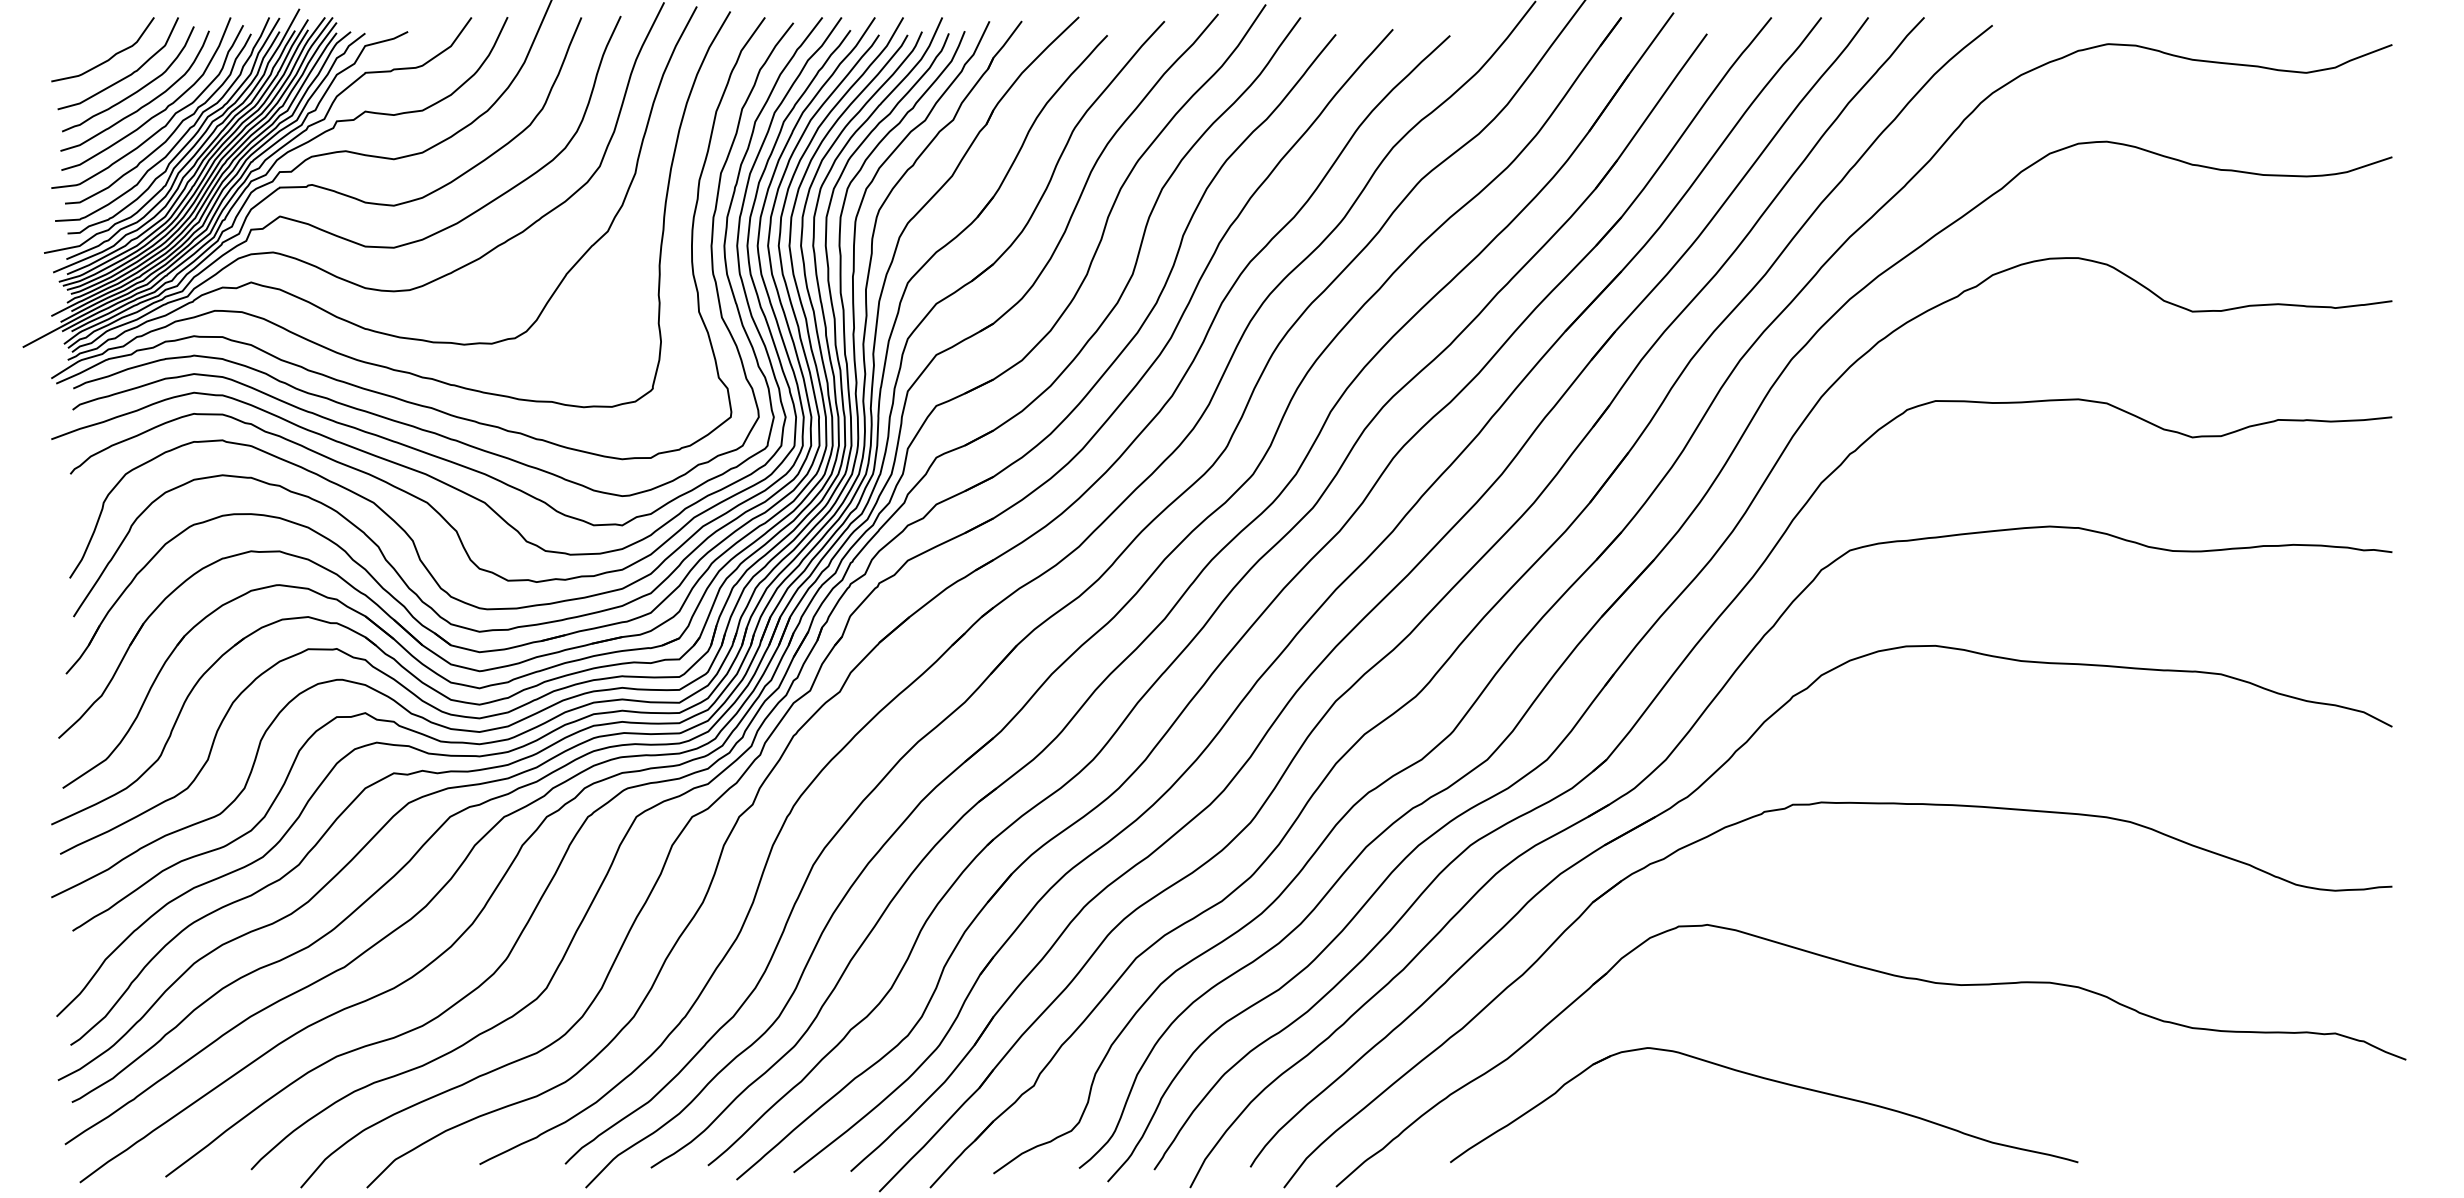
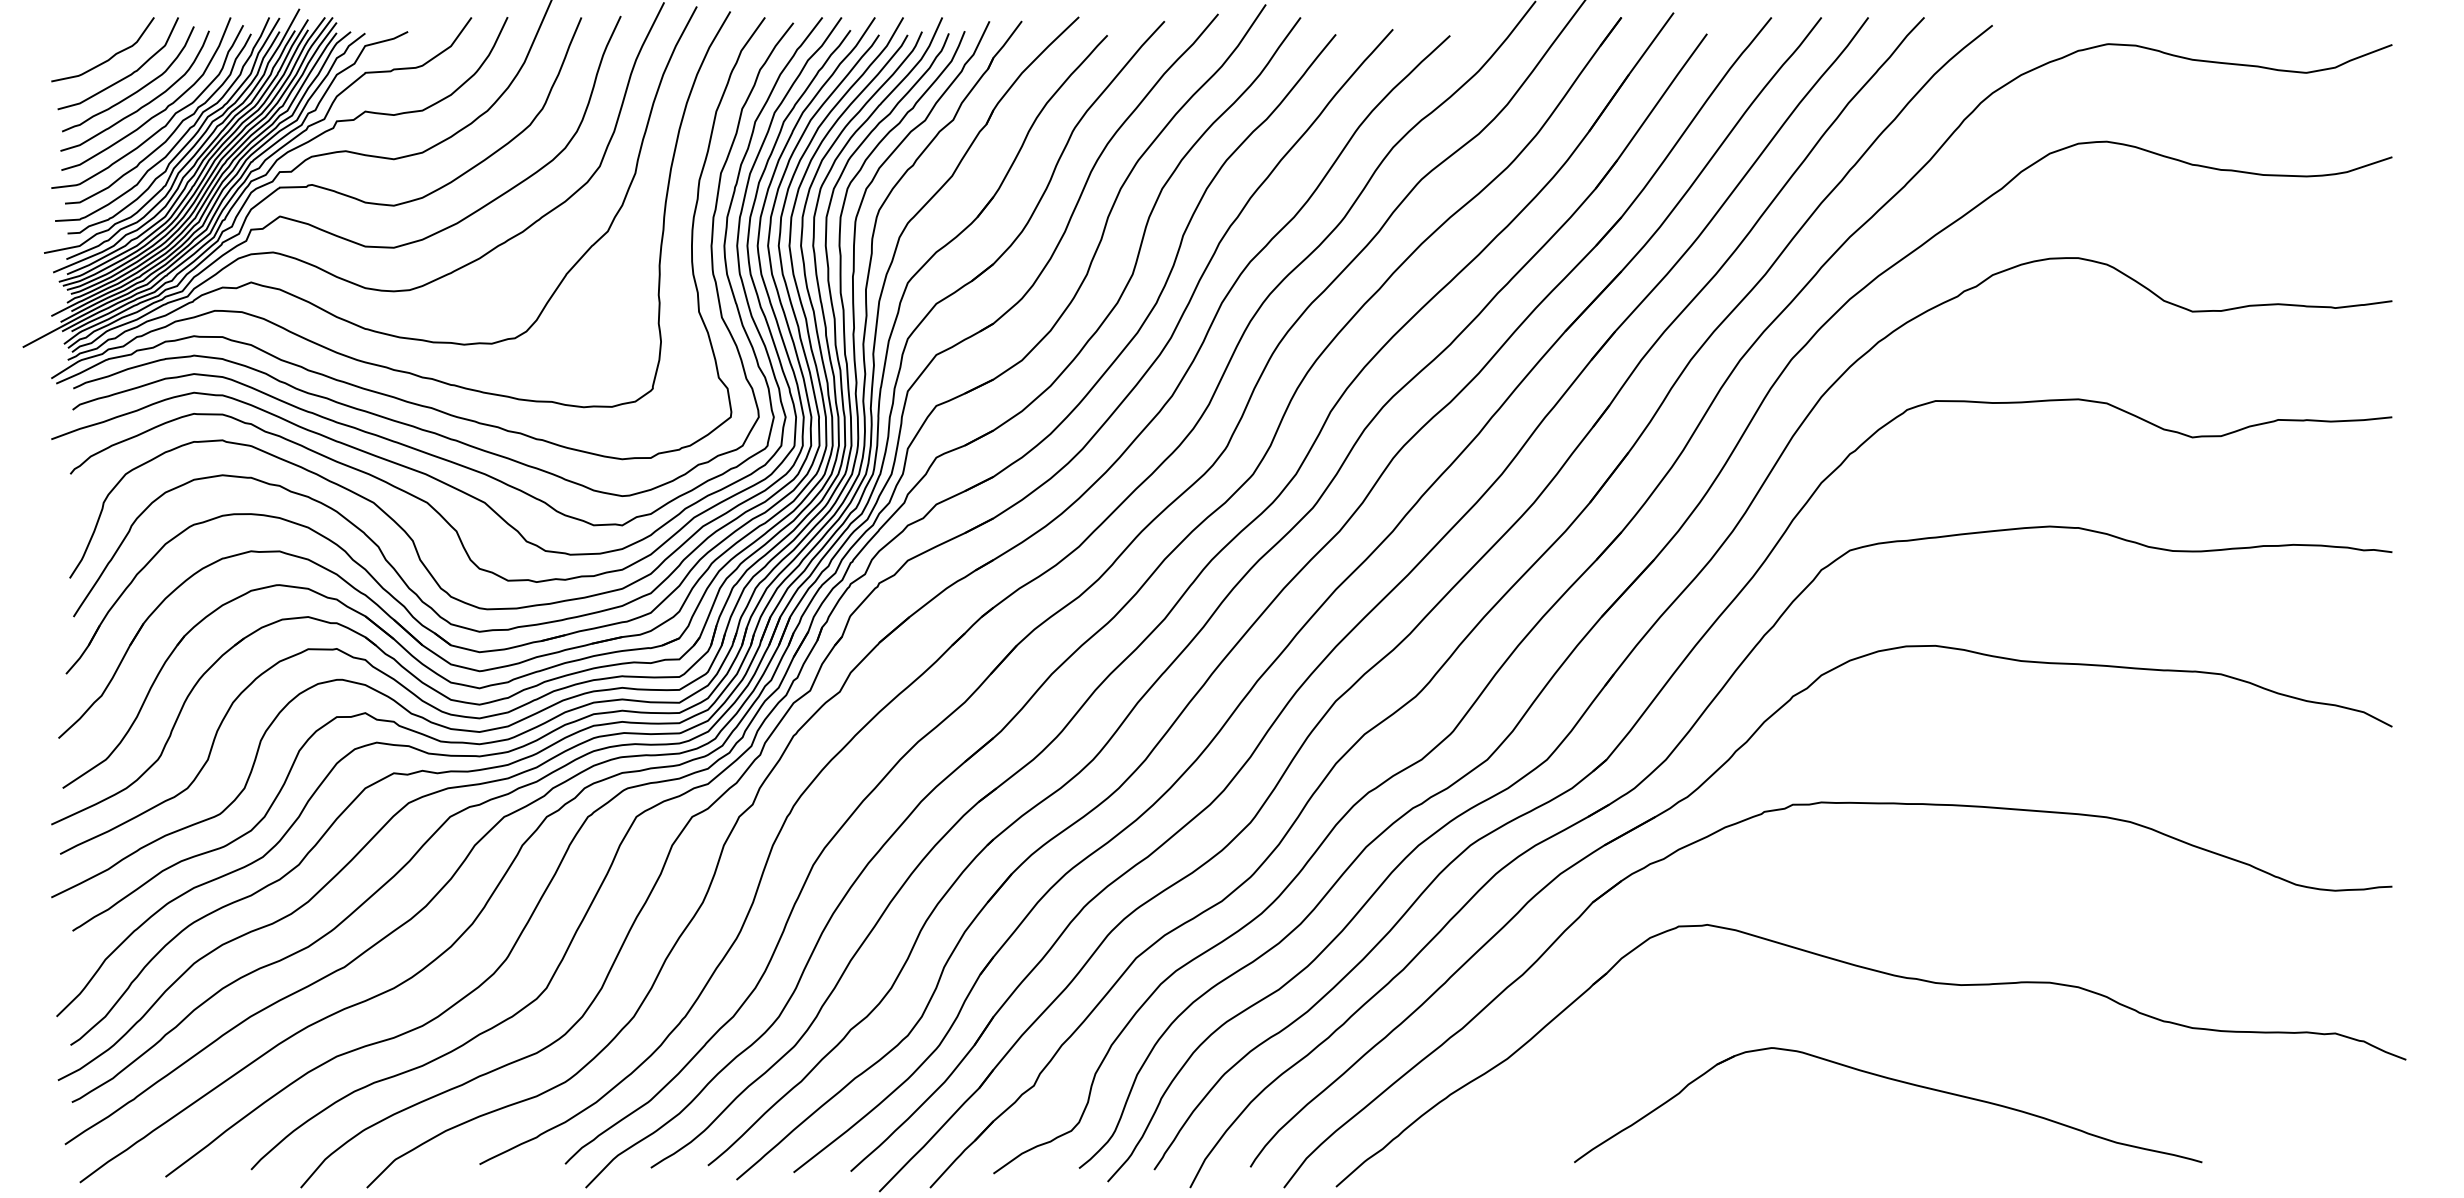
part at (1772, 1081) position: (1772, 1081) -> (1896, 1081)
